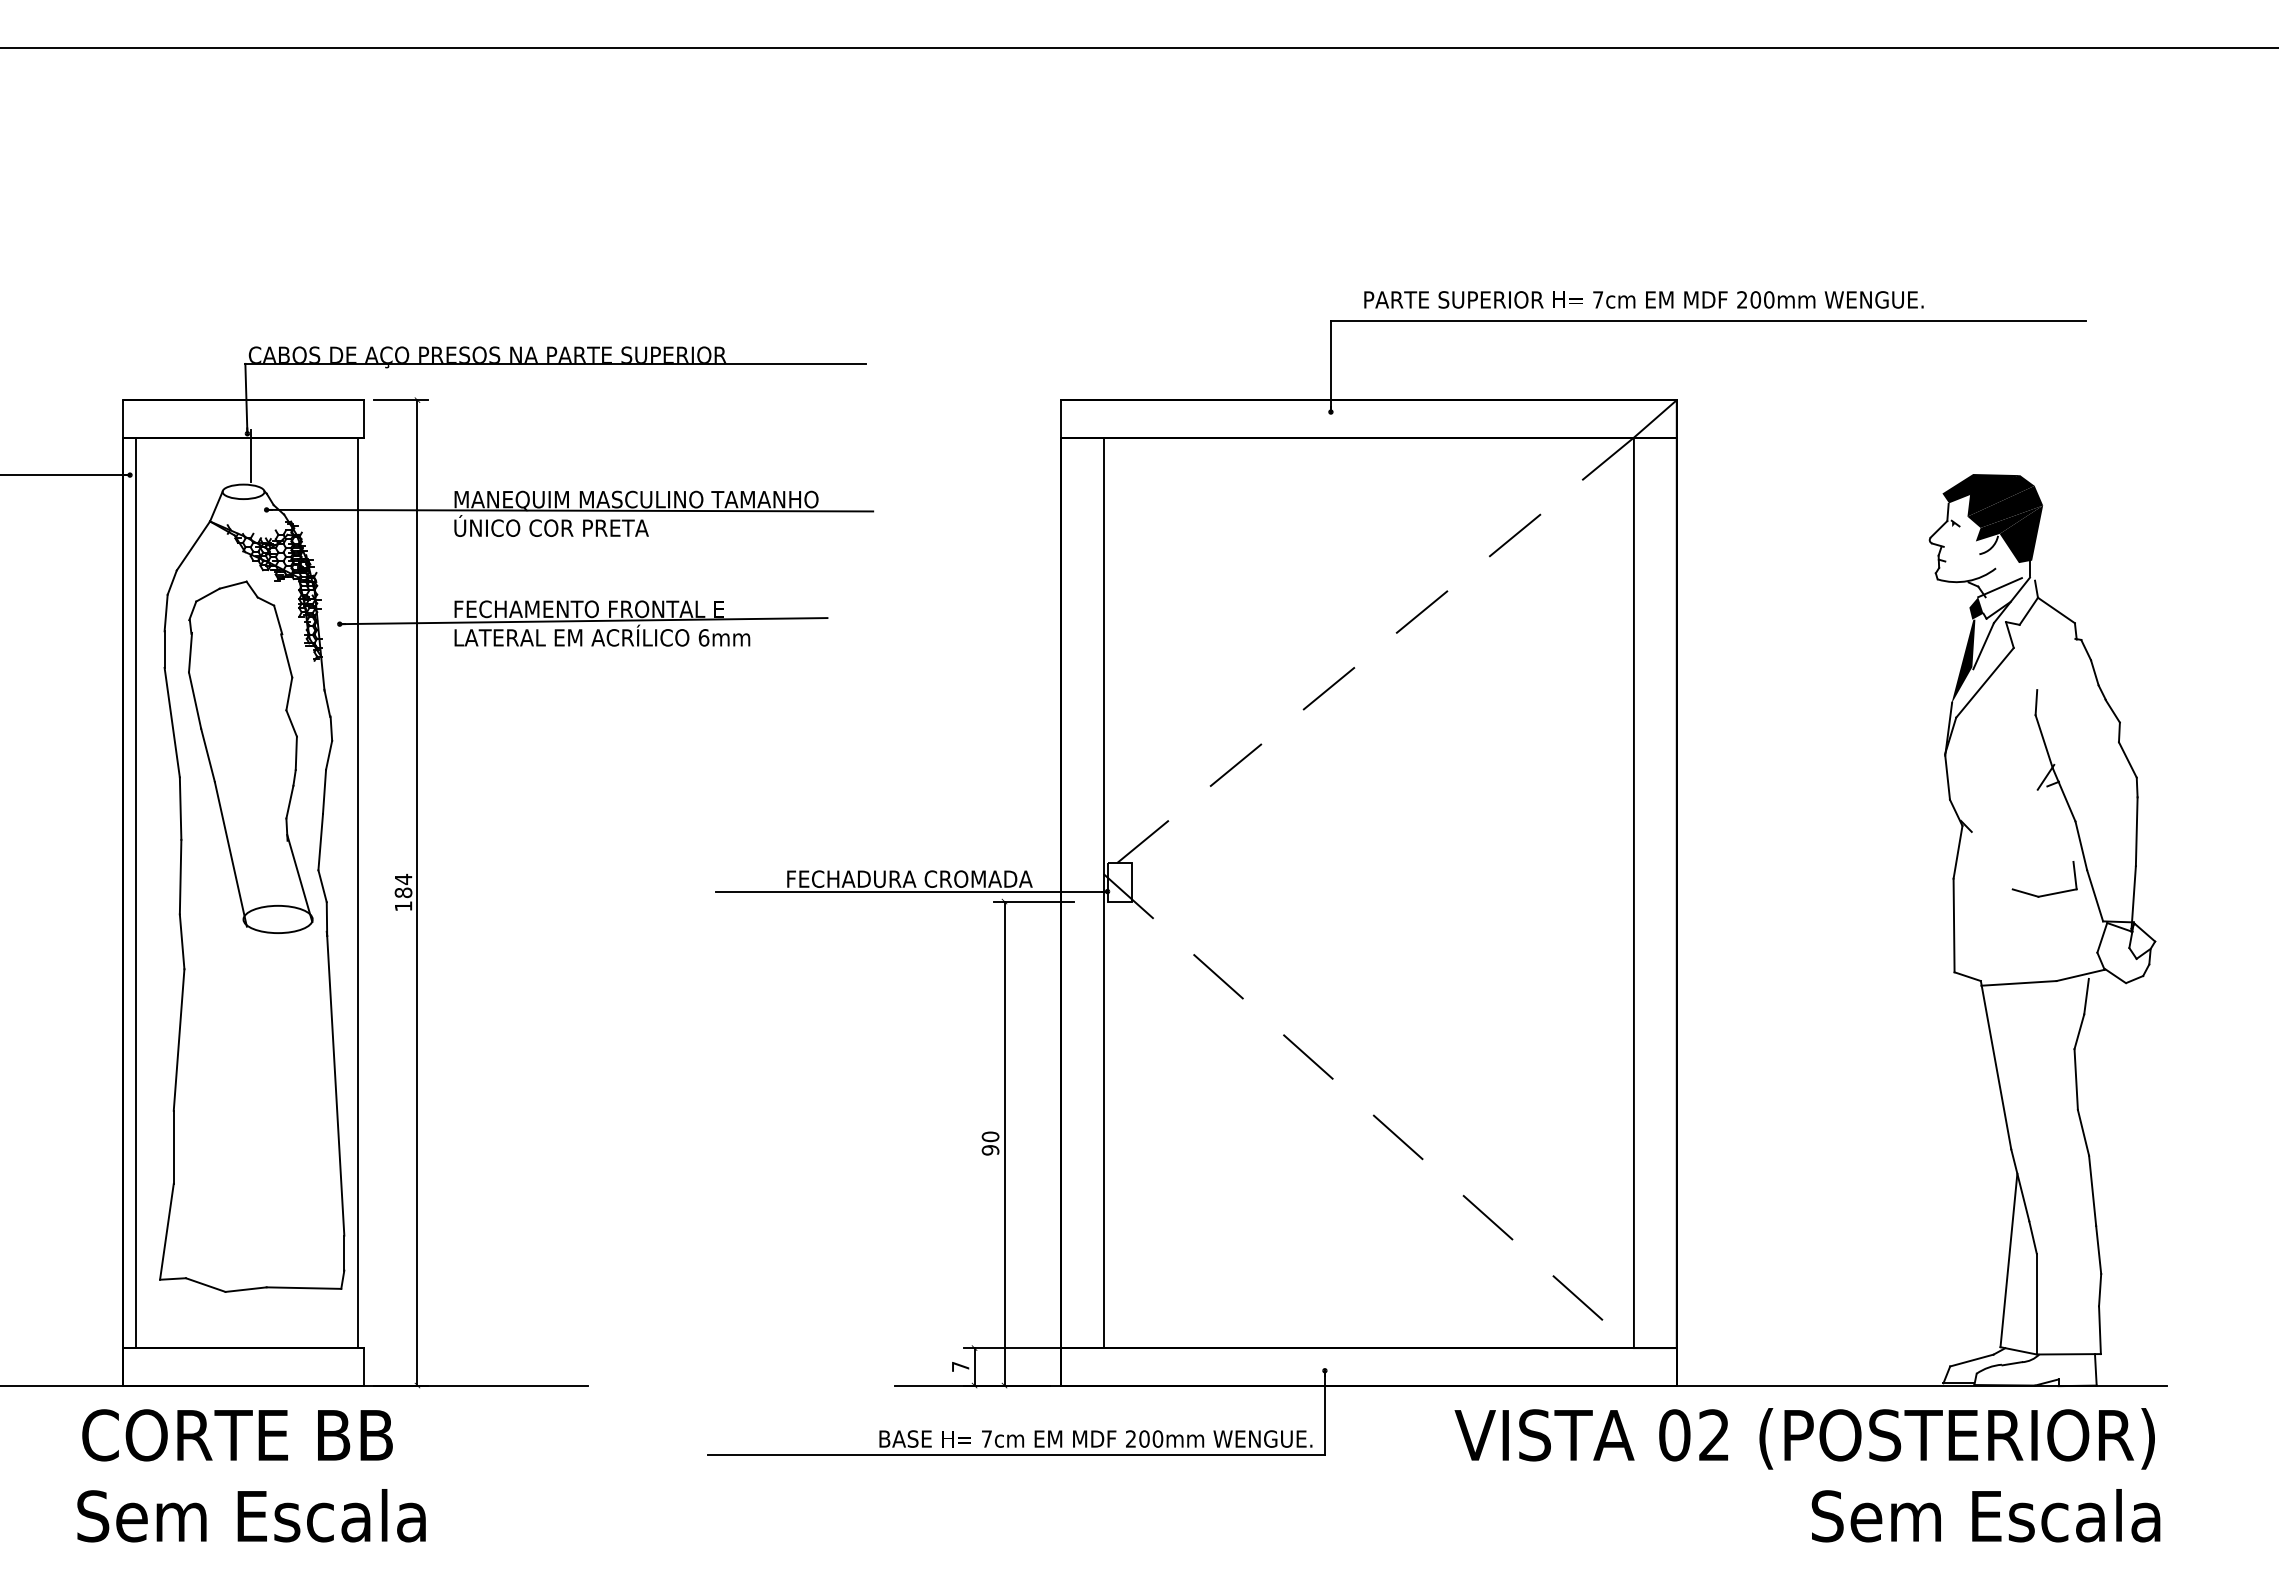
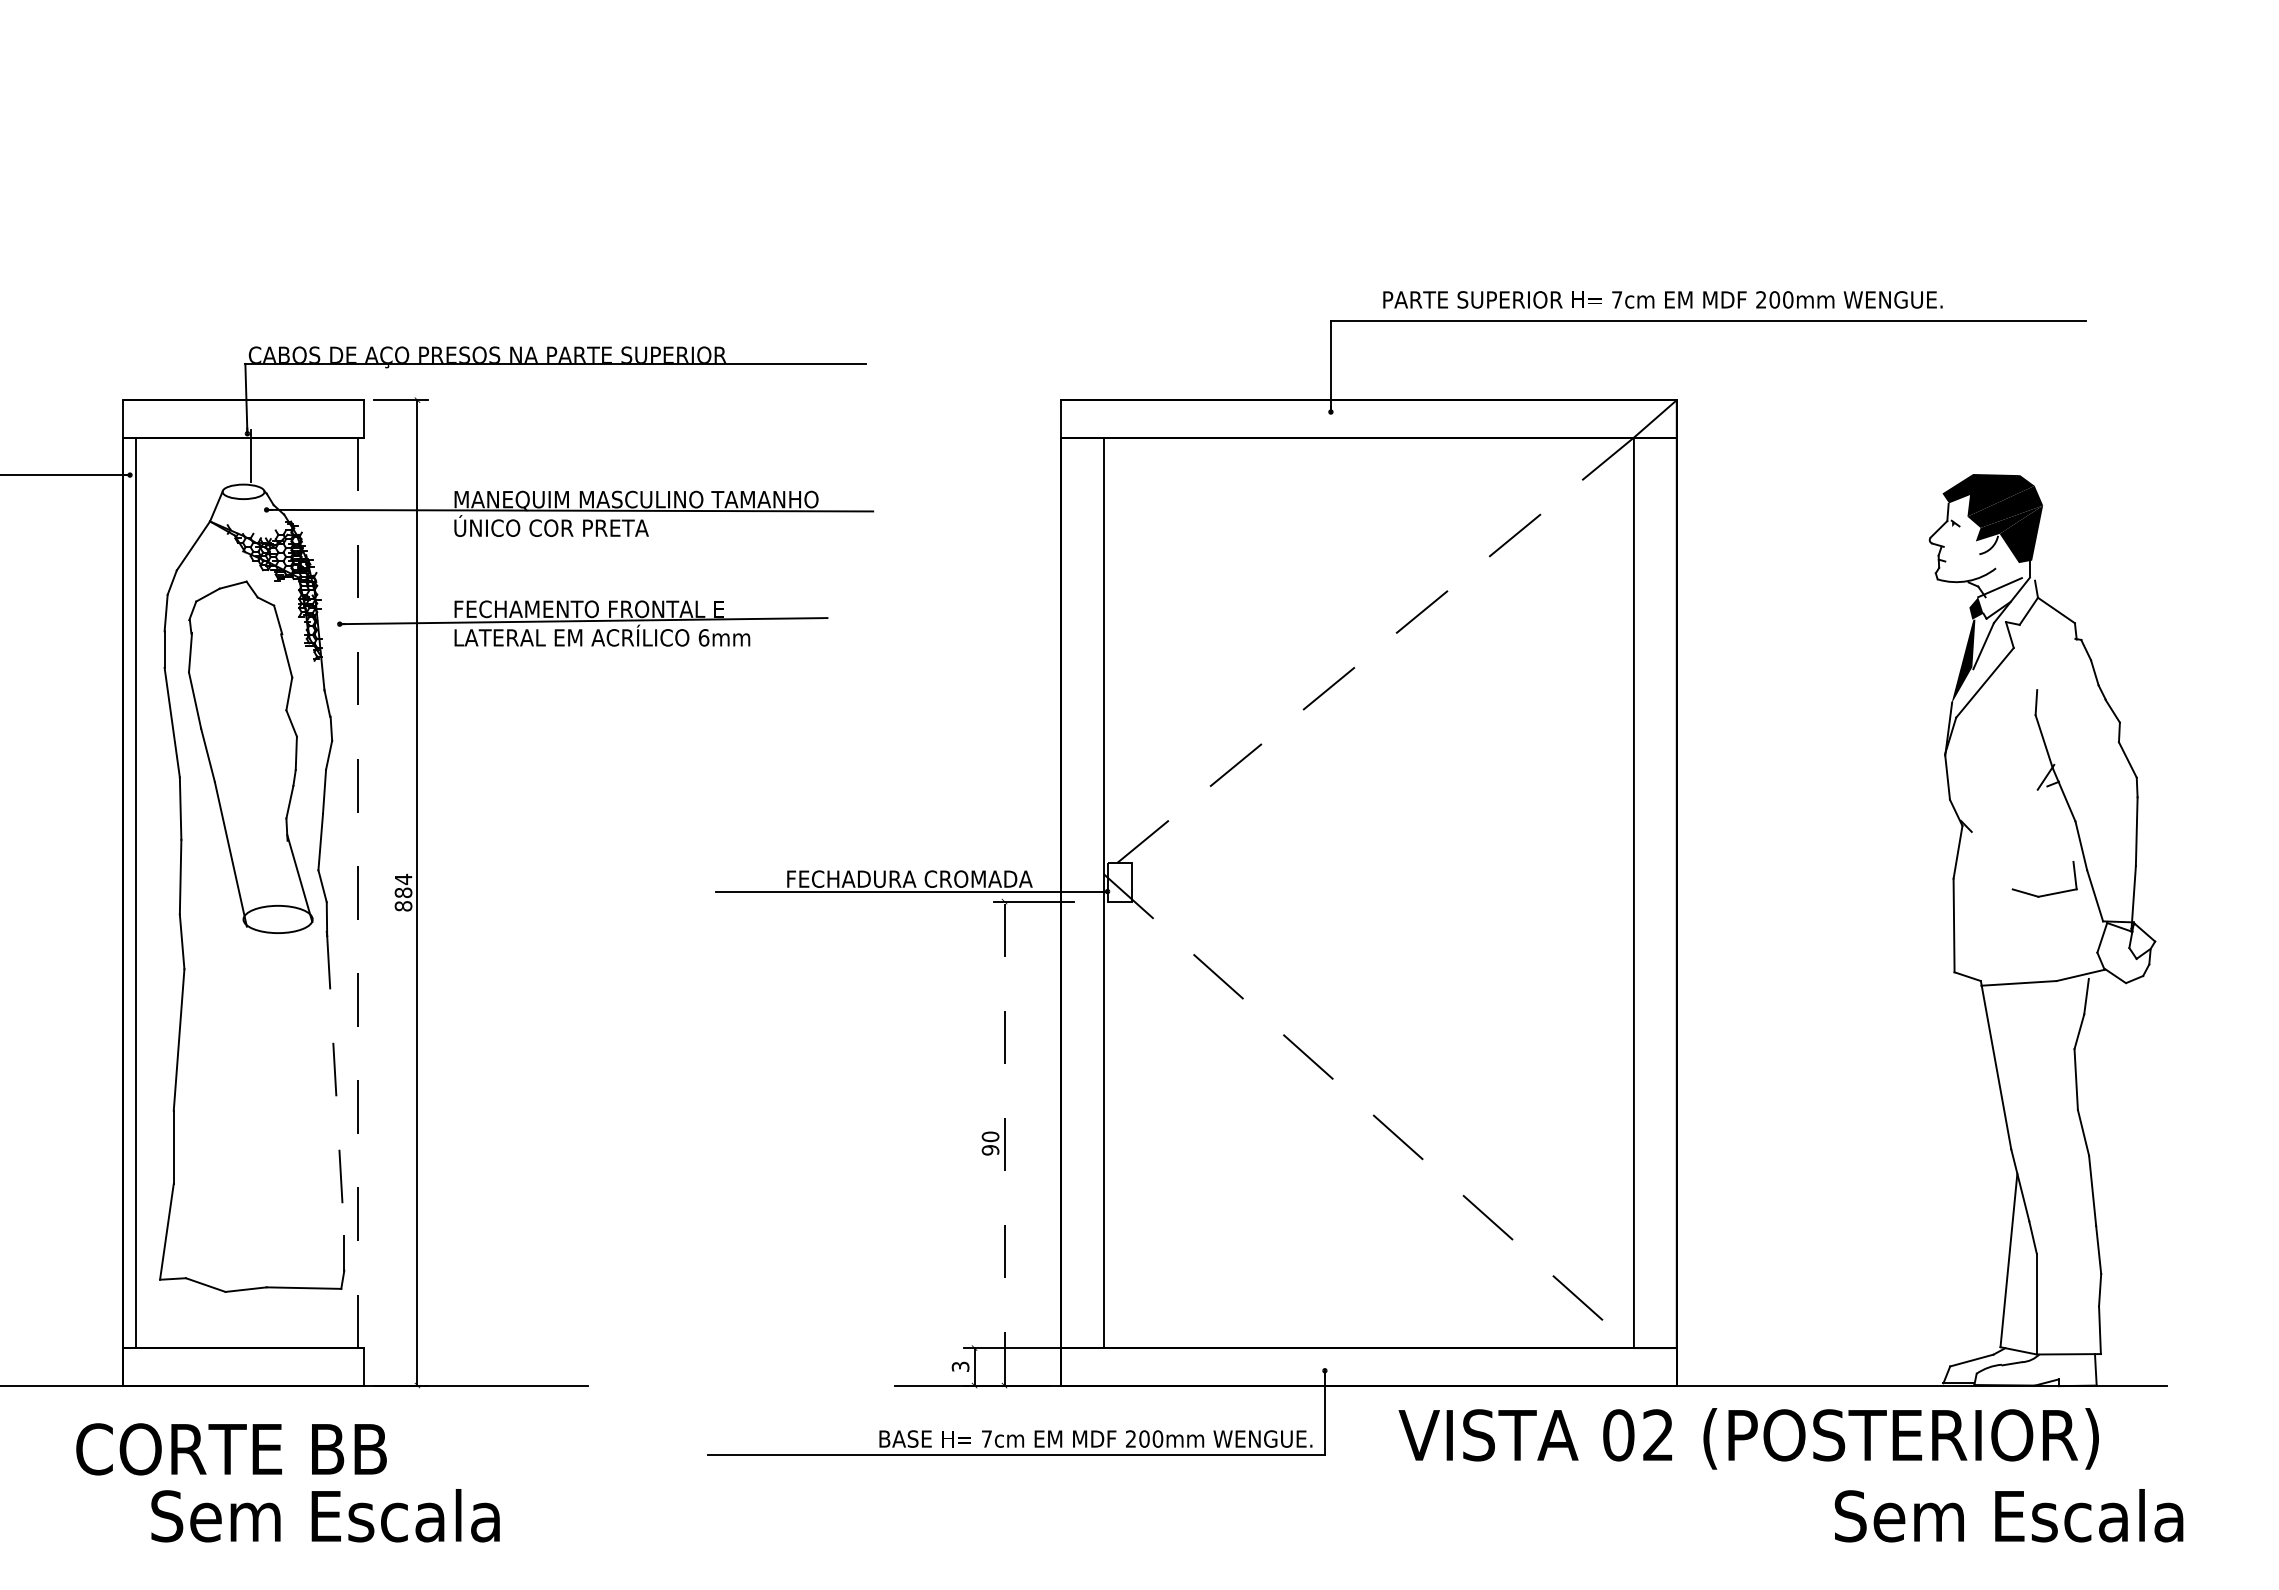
line at (1138, 47): present -> none
text at (1643, 299) position: (1643, 299) -> (1662, 299)
line at (358, 892): solid -> dashed
text at (403, 906): 184 -> 884
line at (335, 1086): solid -> dashed
line at (1004, 1143): solid -> dashed
text at (960, 1366): 7 -> 3
text at (237, 1435) position: (237, 1435) -> (231, 1449)
text at (1804, 1438) position: (1804, 1438) -> (1748, 1438)
text at (251, 1515) position: (251, 1515) -> (325, 1515)
text at (1985, 1515) position: (1985, 1515) -> (2008, 1515)
